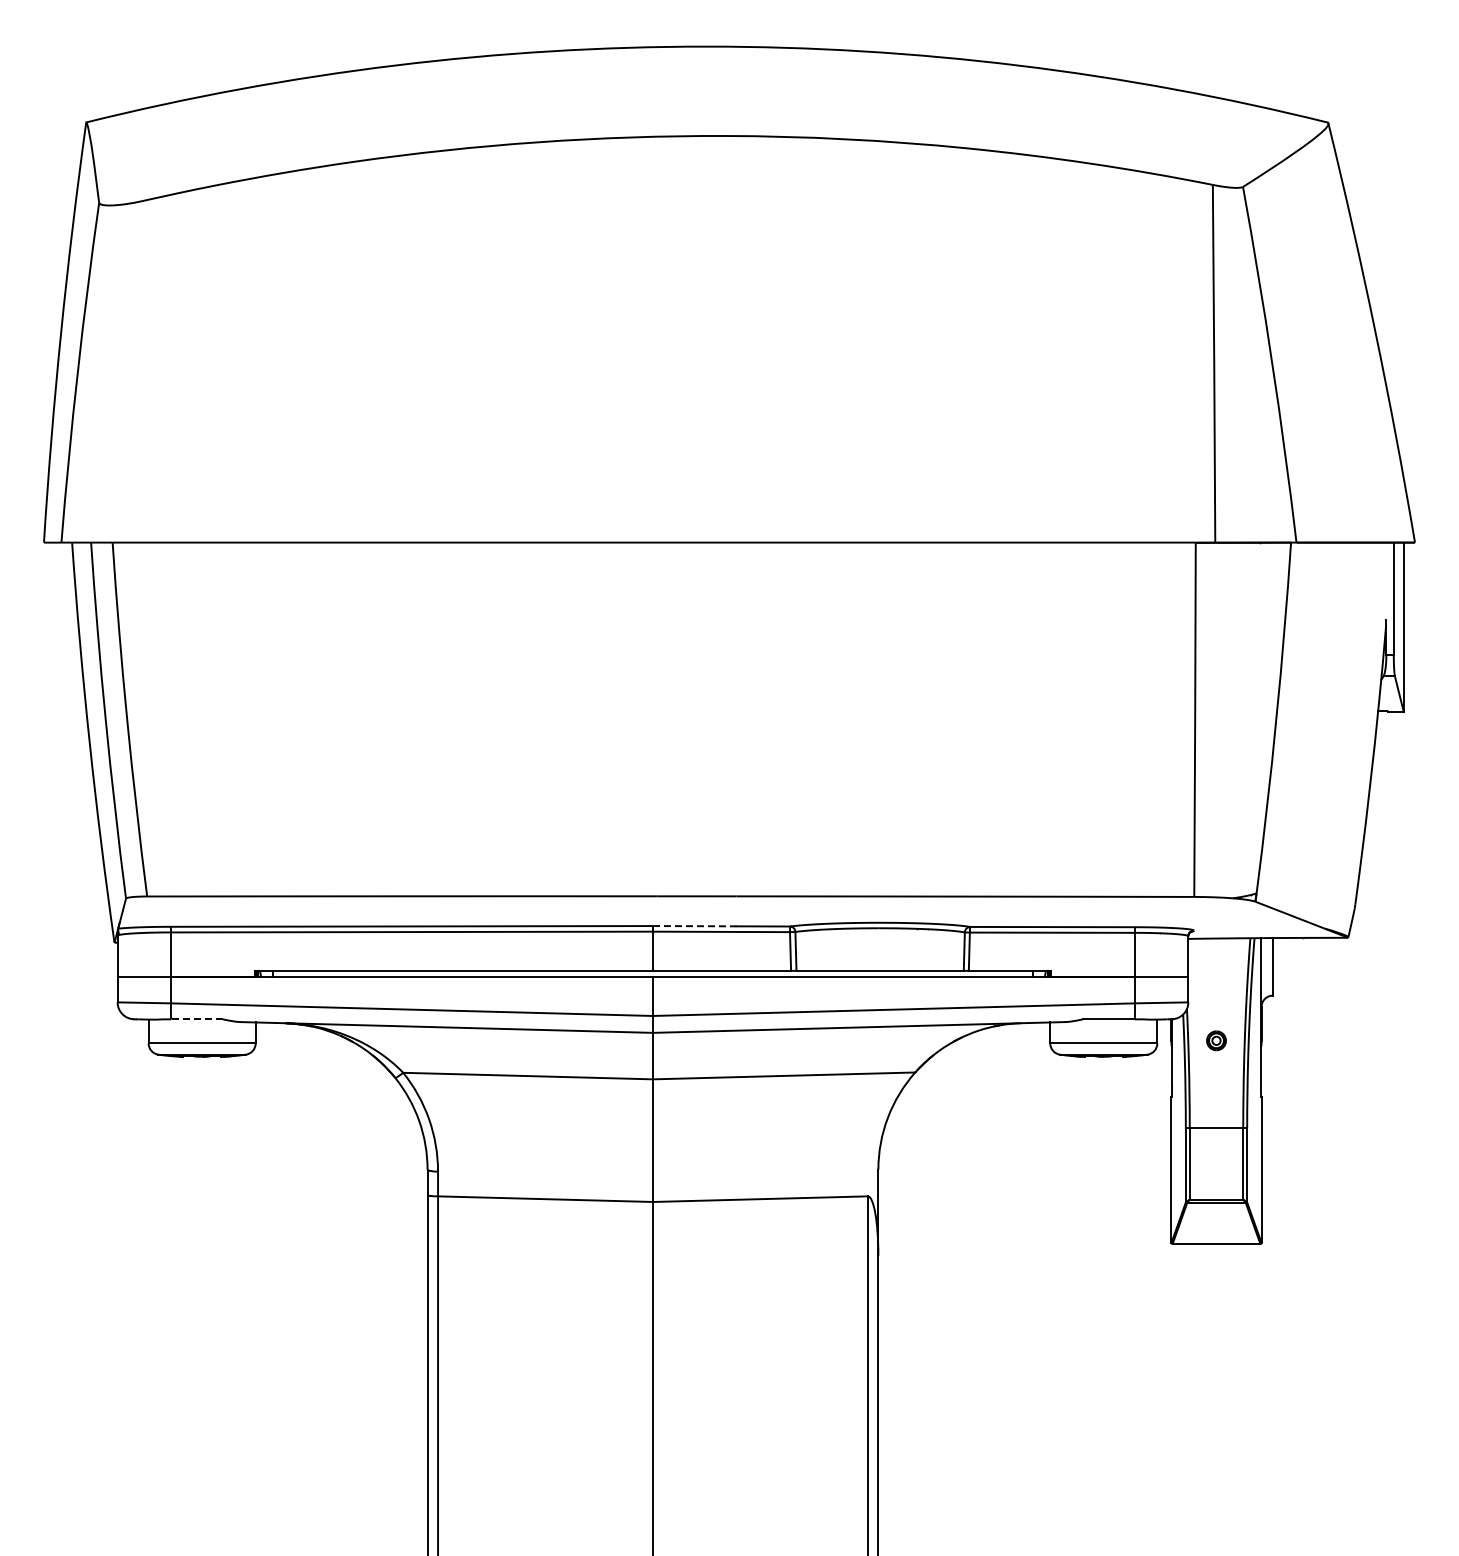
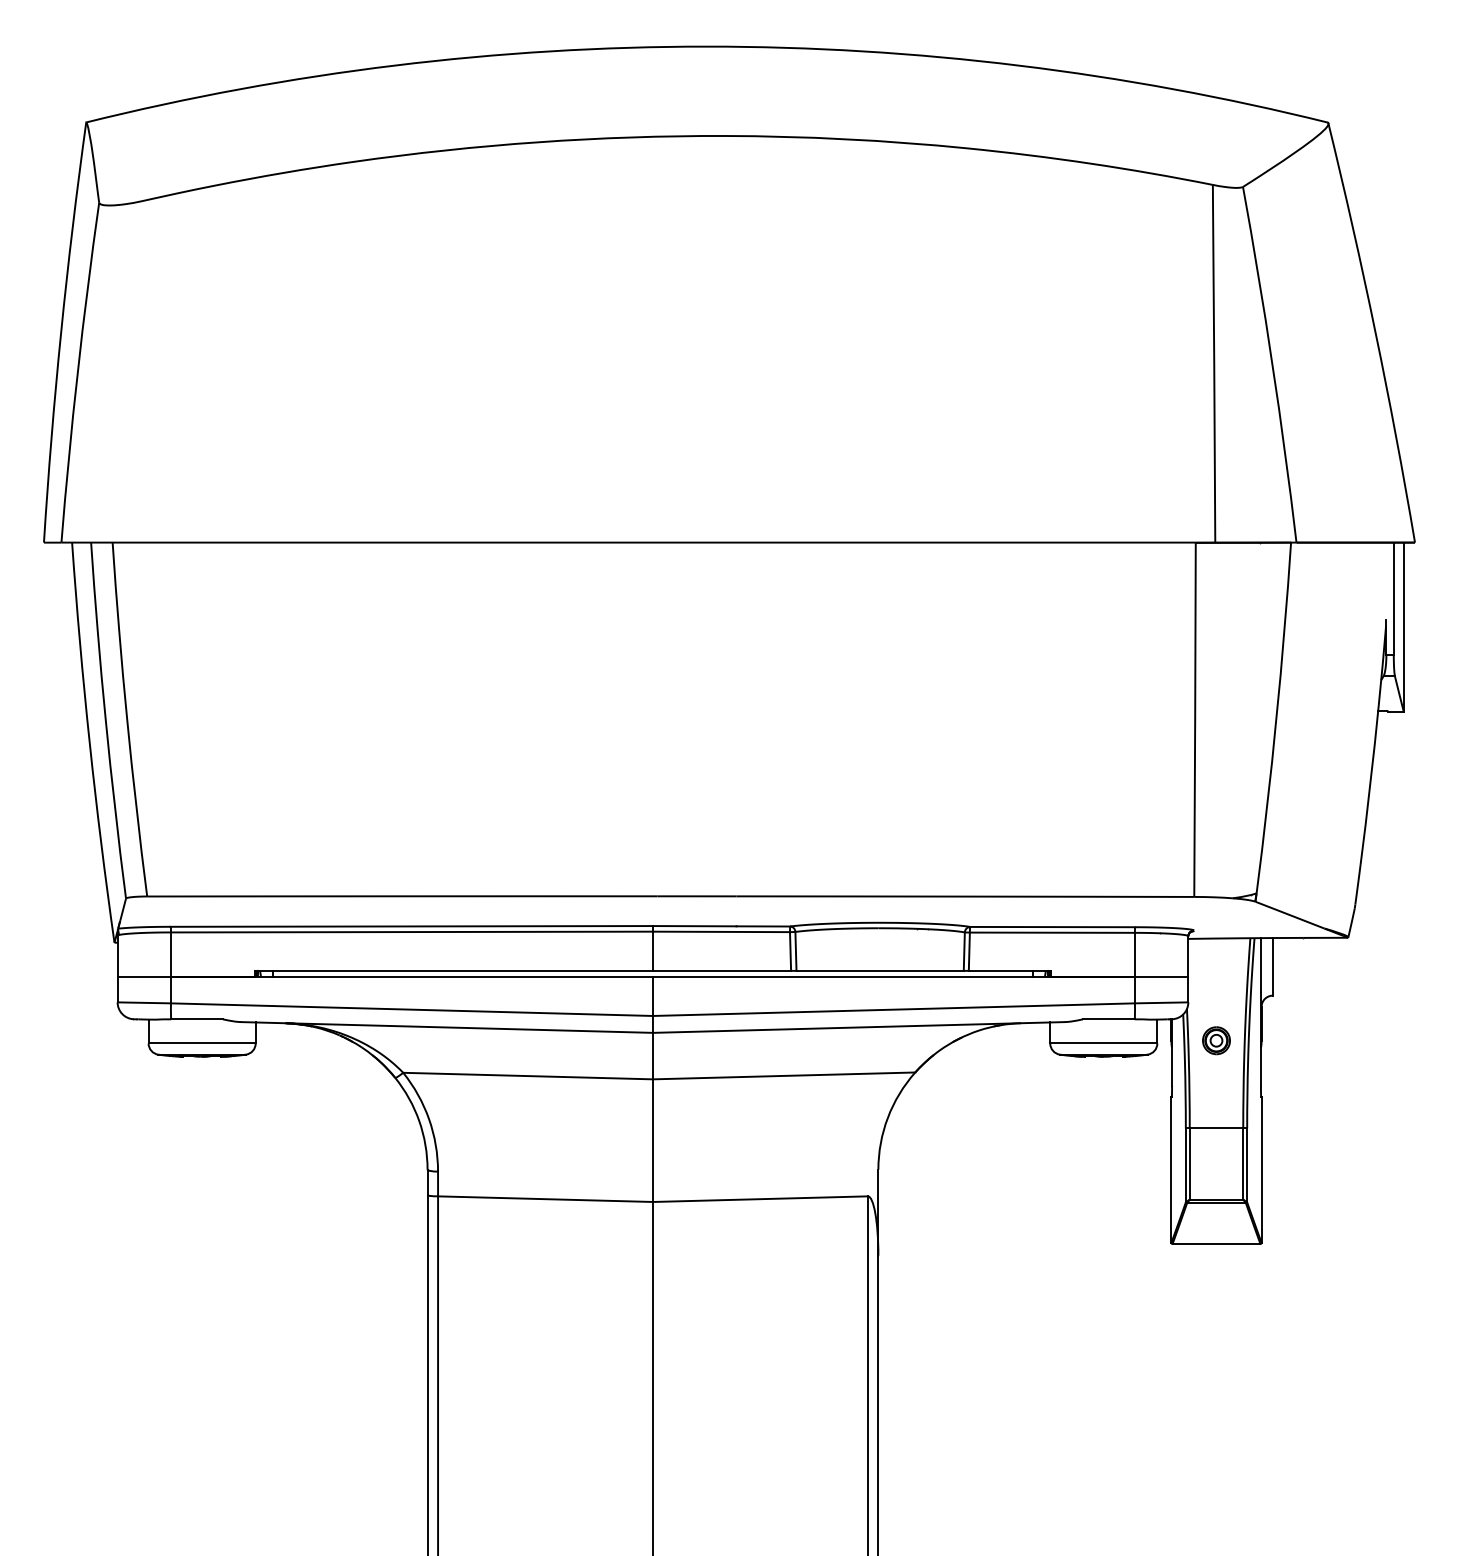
line at (694, 926): dashed -> solid
line at (197, 1019): dashed -> solid
part at (1216, 1040) size: 21x22 px -> 29x30 px
